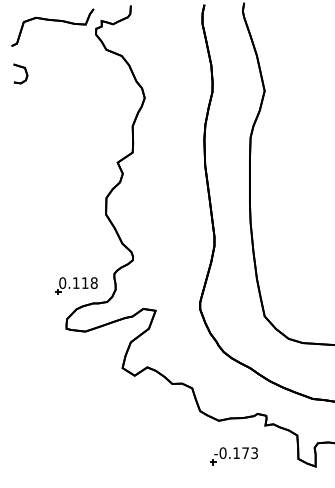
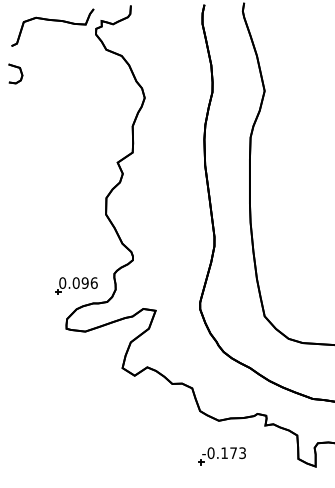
part at (20, 73) position: (20, 73) -> (15, 73)
text at (84, 282): 0.118 -> 0.096
part at (233, 456) position: (233, 456) -> (221, 456)
